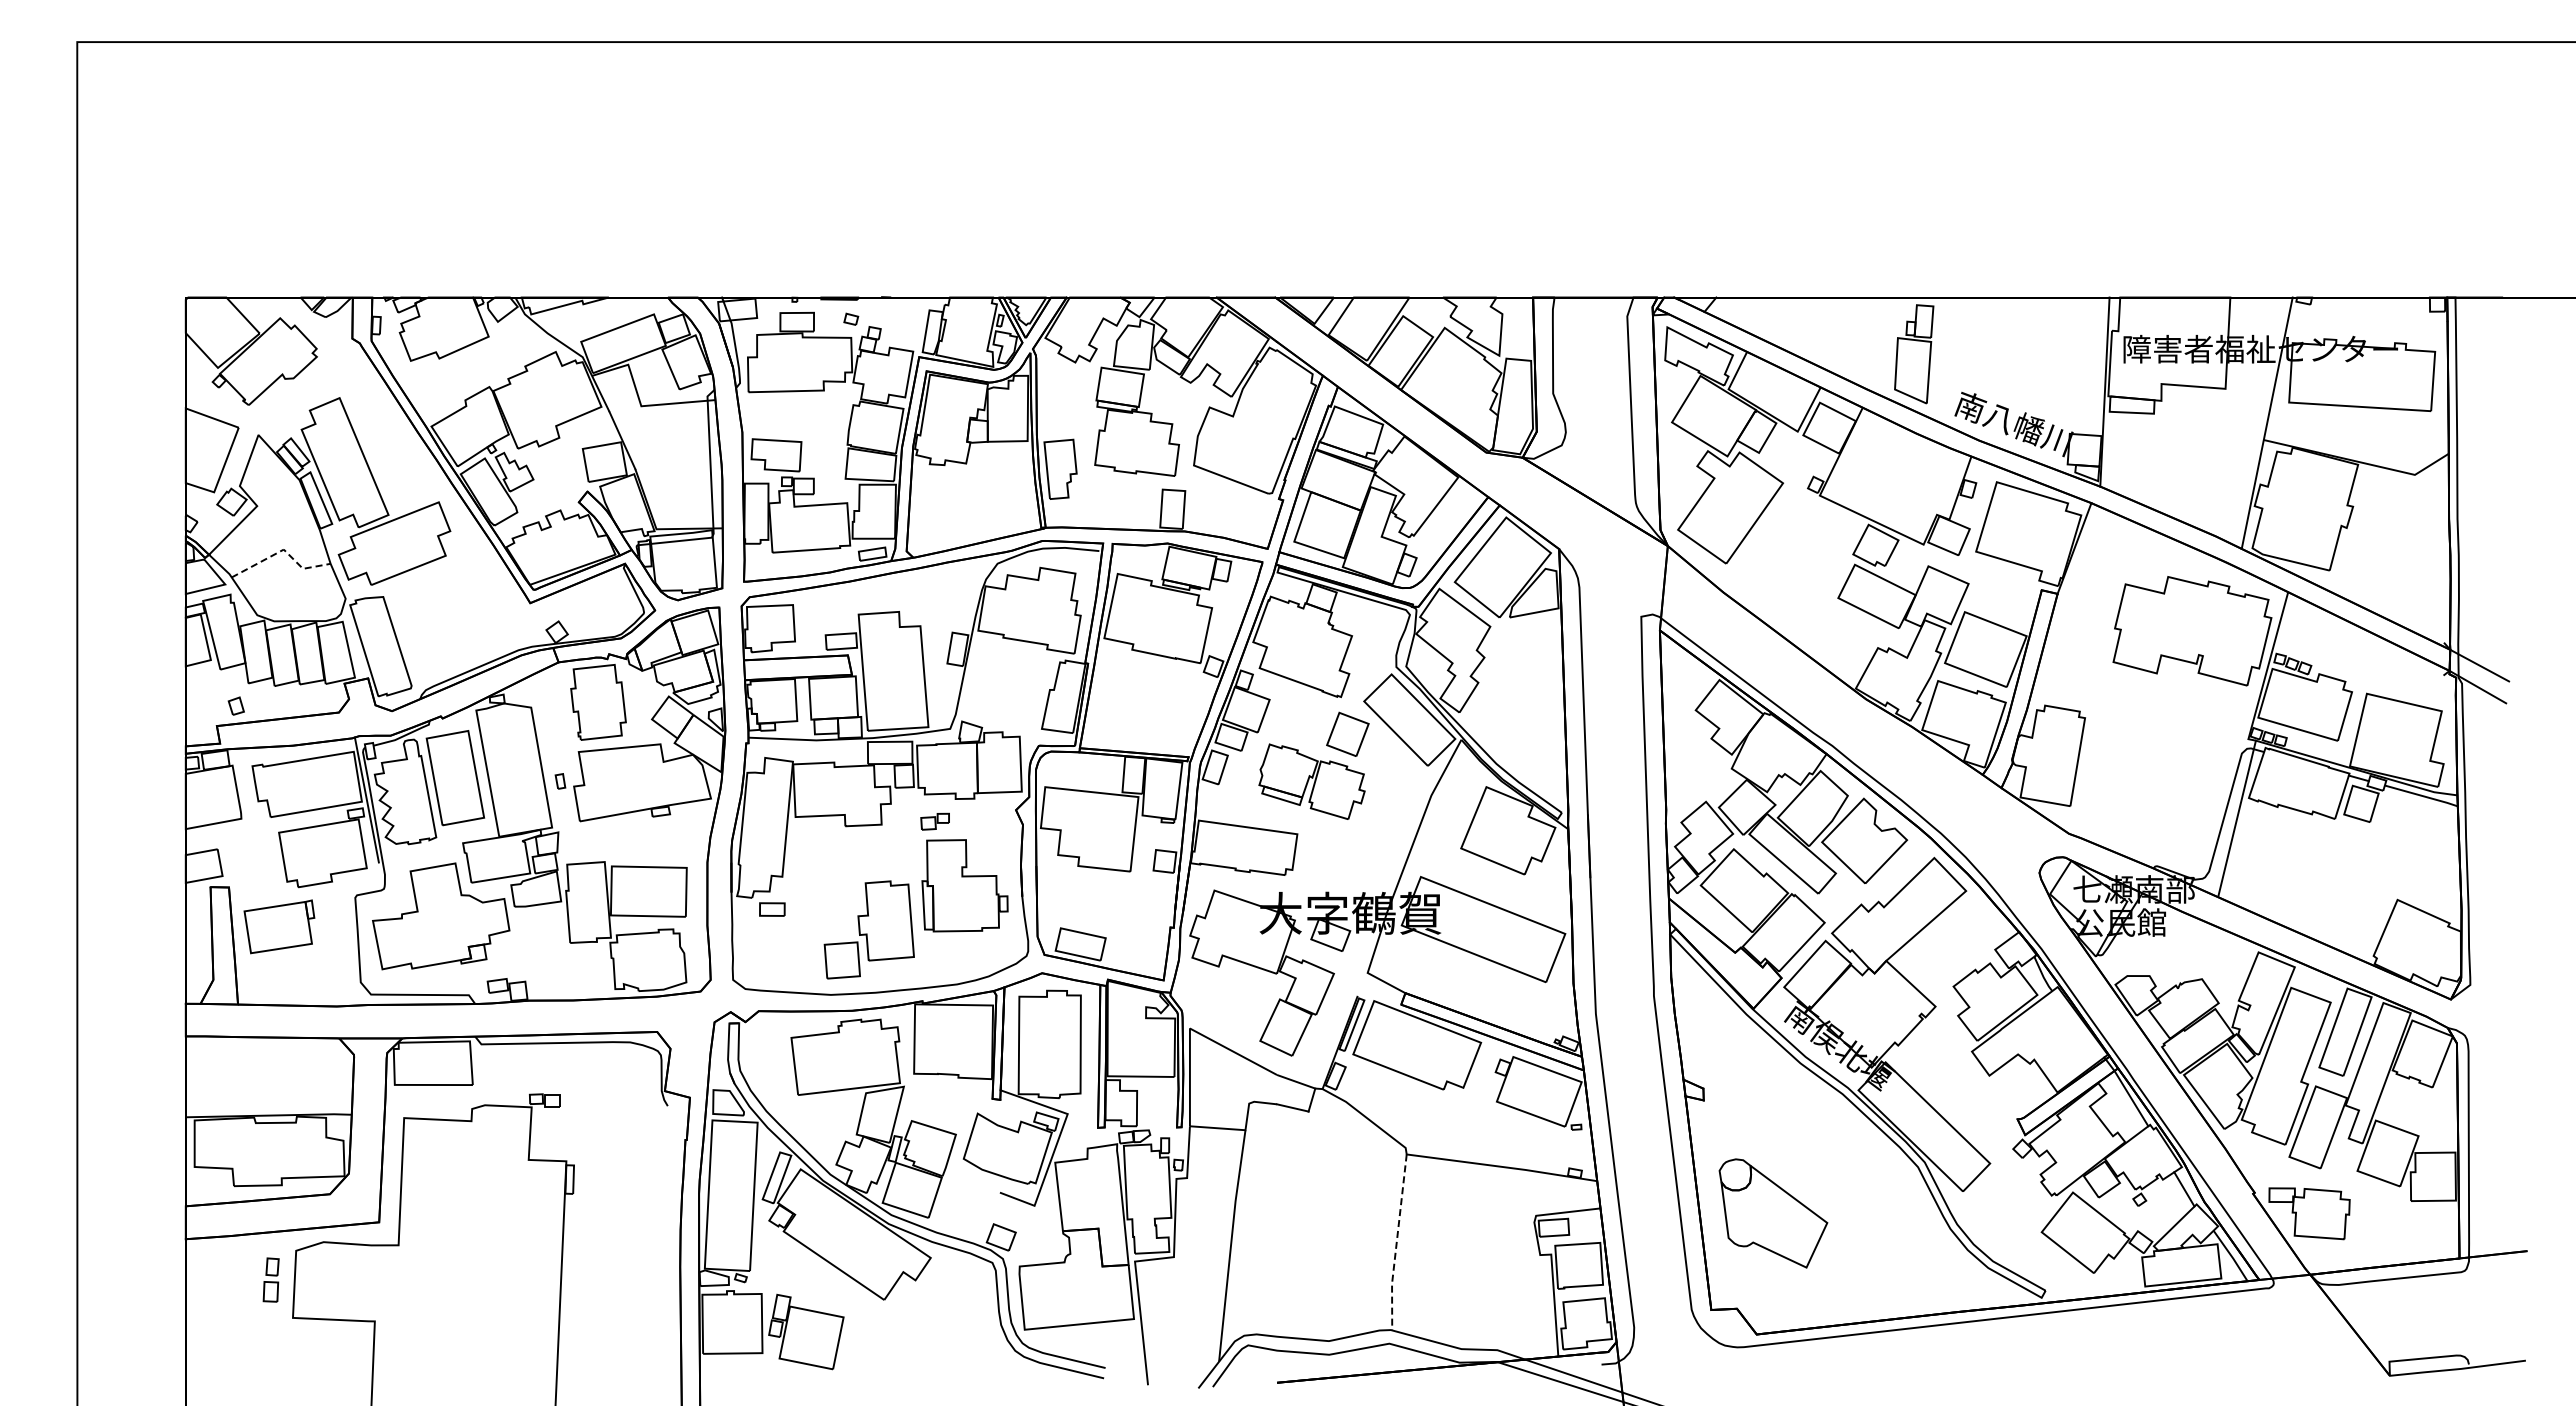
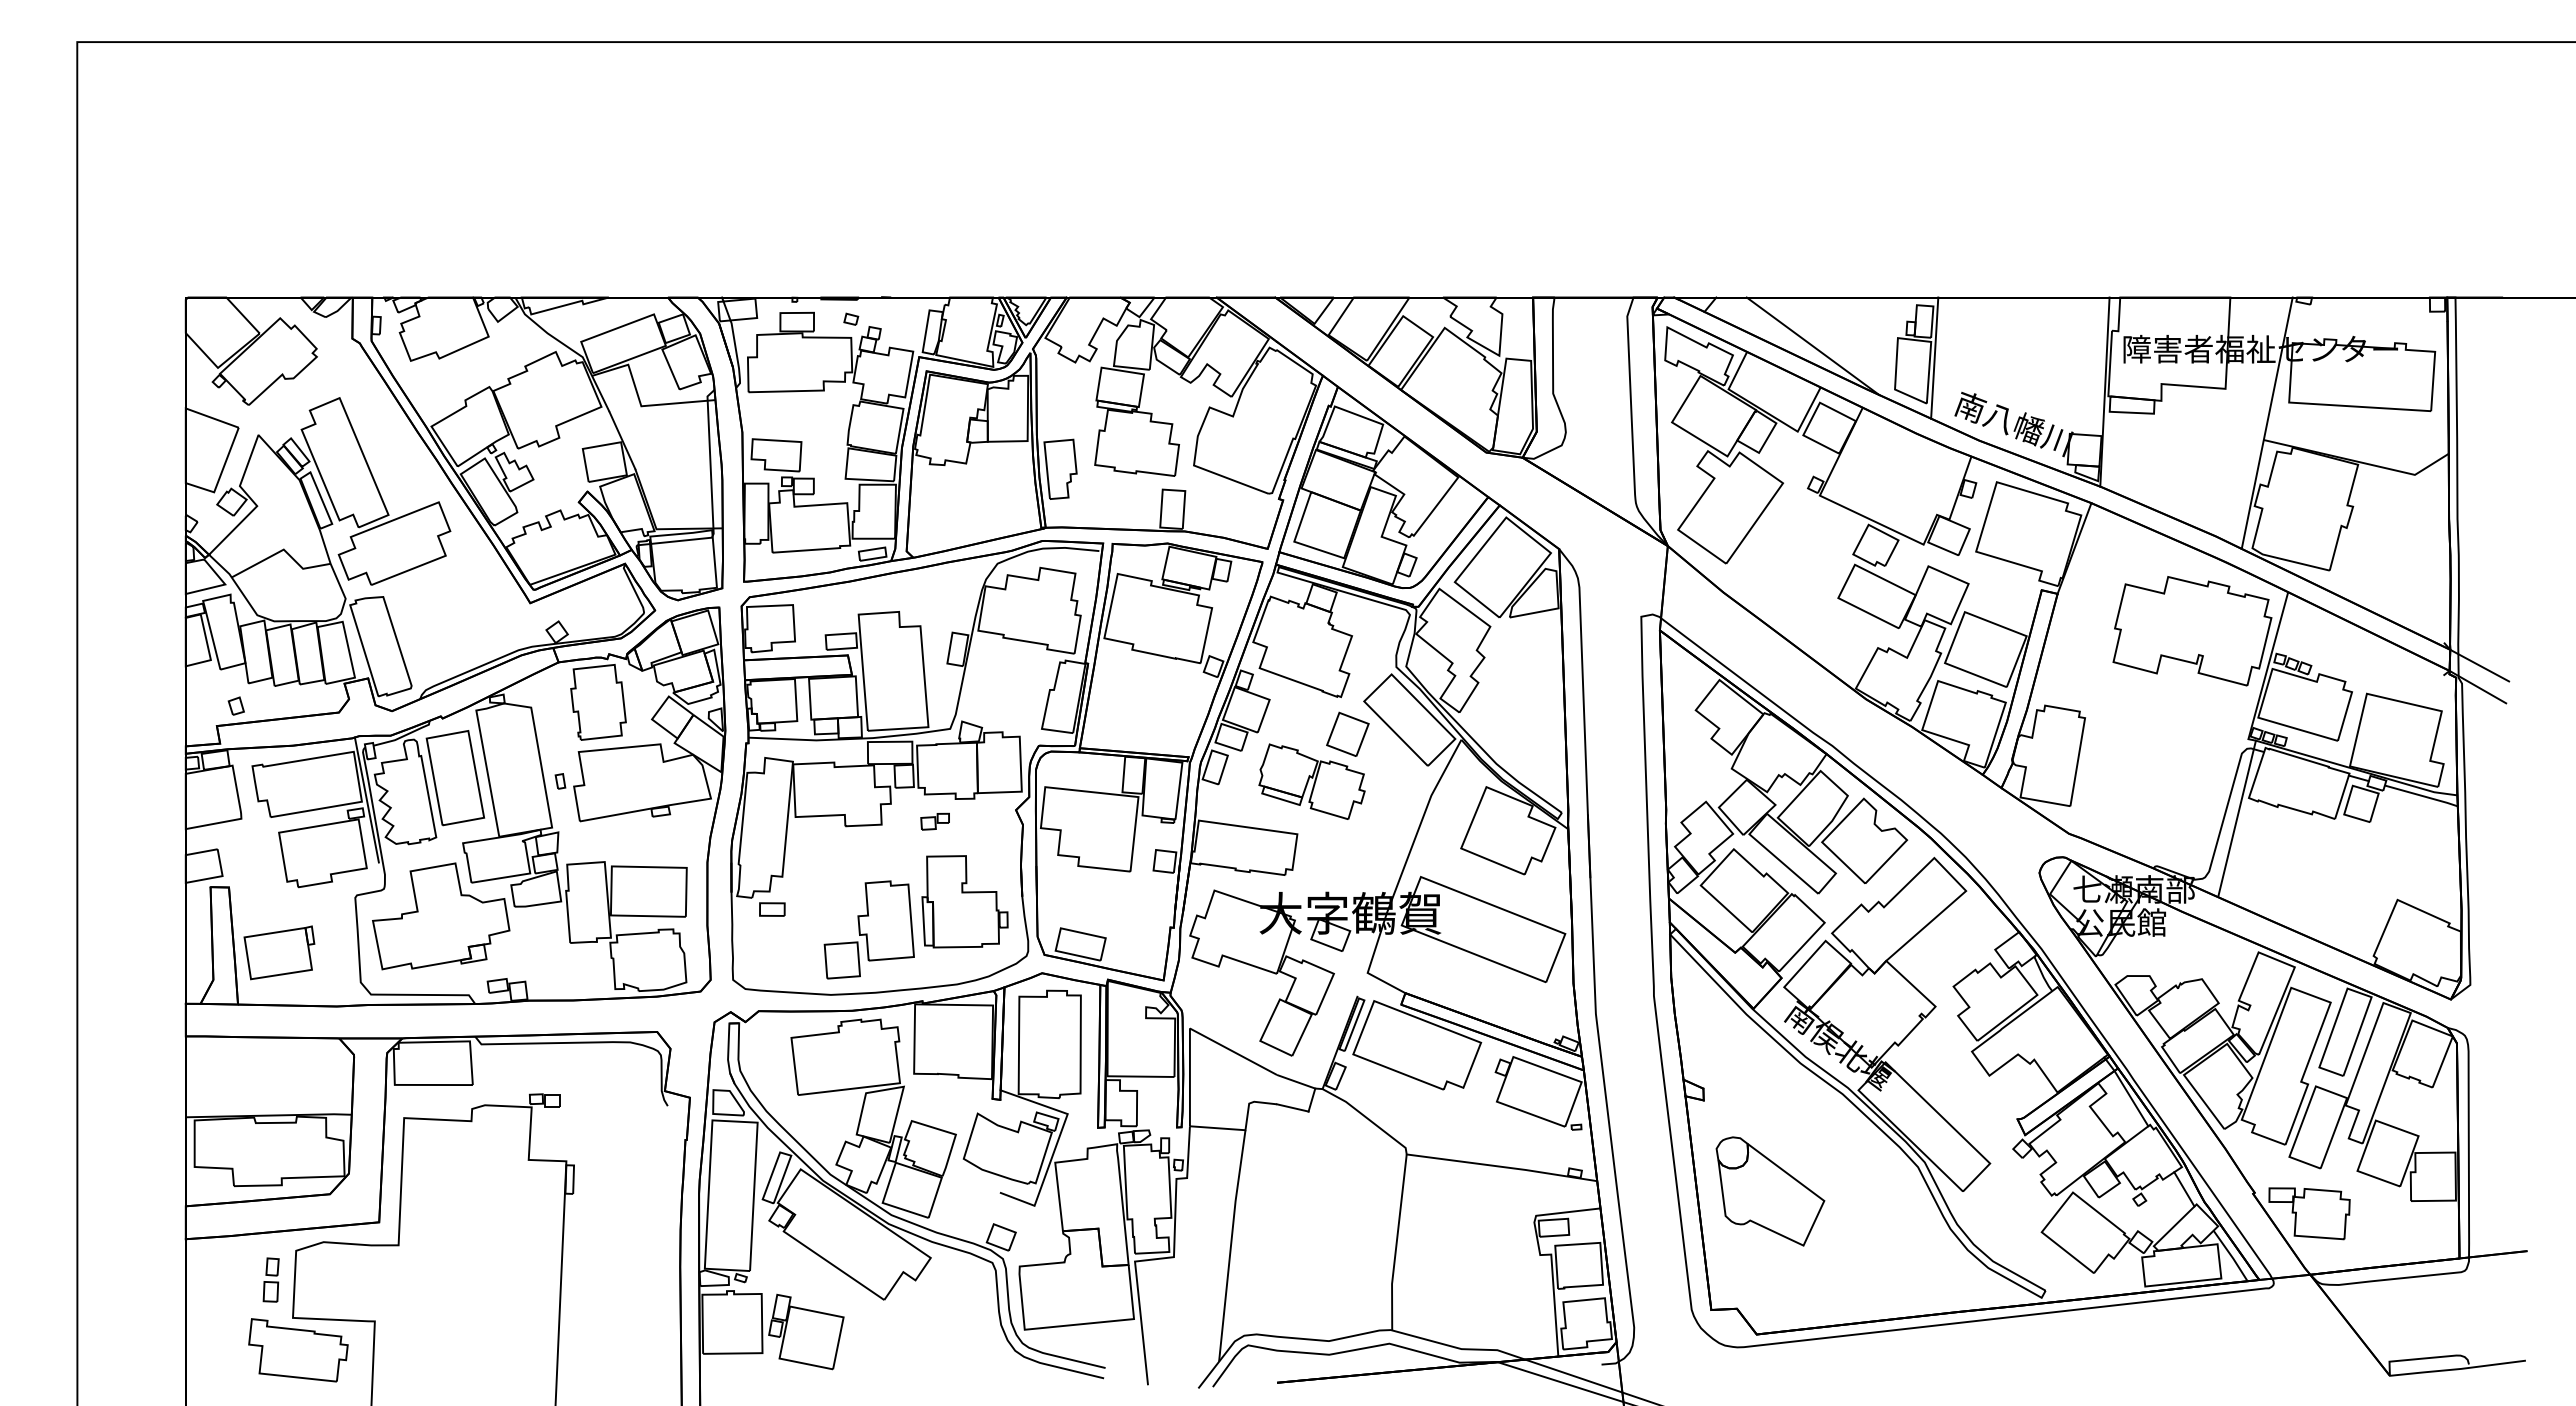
line at (1812, 346): none -> present
line at (1934, 357): none -> present
line at (283, 549): dashed -> solid
part at (964, 885) position: (964, 885) -> (964, 901)
part at (279, 926) position: (279, 926) -> (279, 952)
part at (1773, 1213) position: (1773, 1213) -> (1770, 1191)
line at (1396, 1243): dashed -> solid
part at (298, 1350): none -> present
